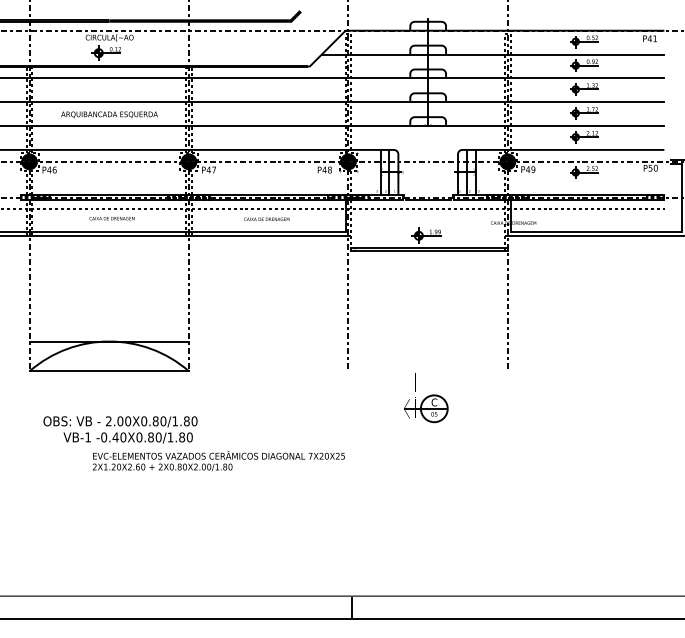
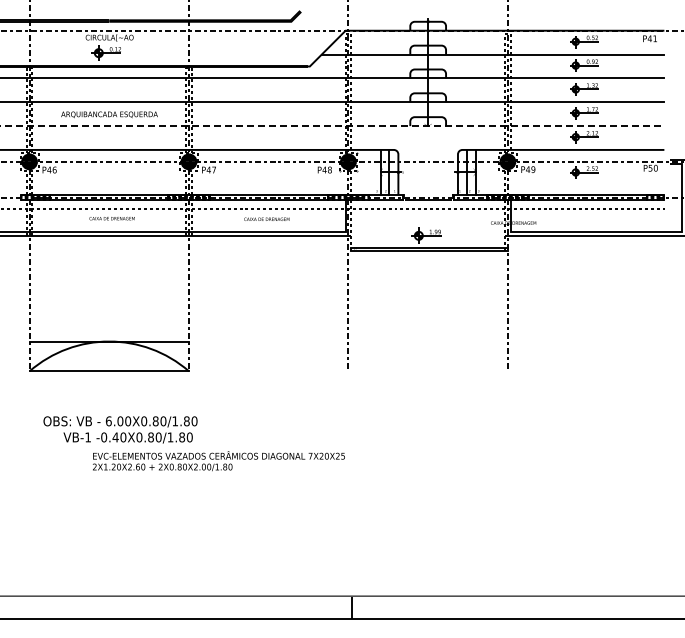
line at (332, 126): solid -> dashed
part at (426, 398): present -> none
text at (108, 421): 2.00X0.80/1.80 -> 6.00X0.80/1.80
